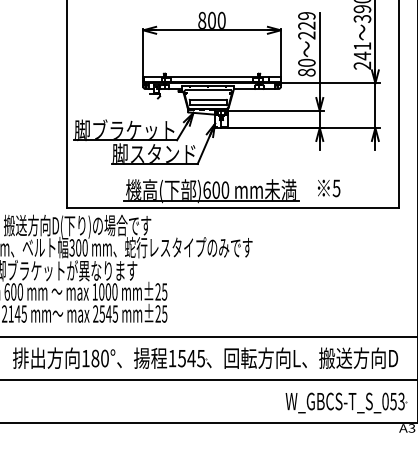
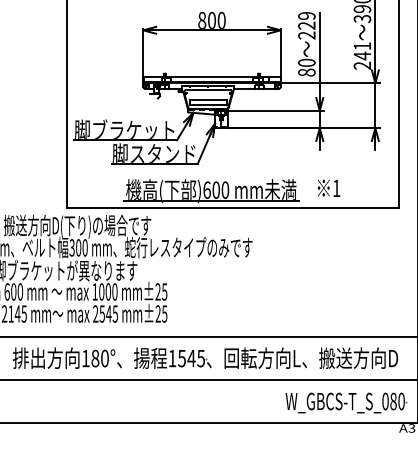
text at (336, 188): 5 -> 1
text at (397, 401): W_GBCS-T_S_053 -> W_GBCS-T_S_080
